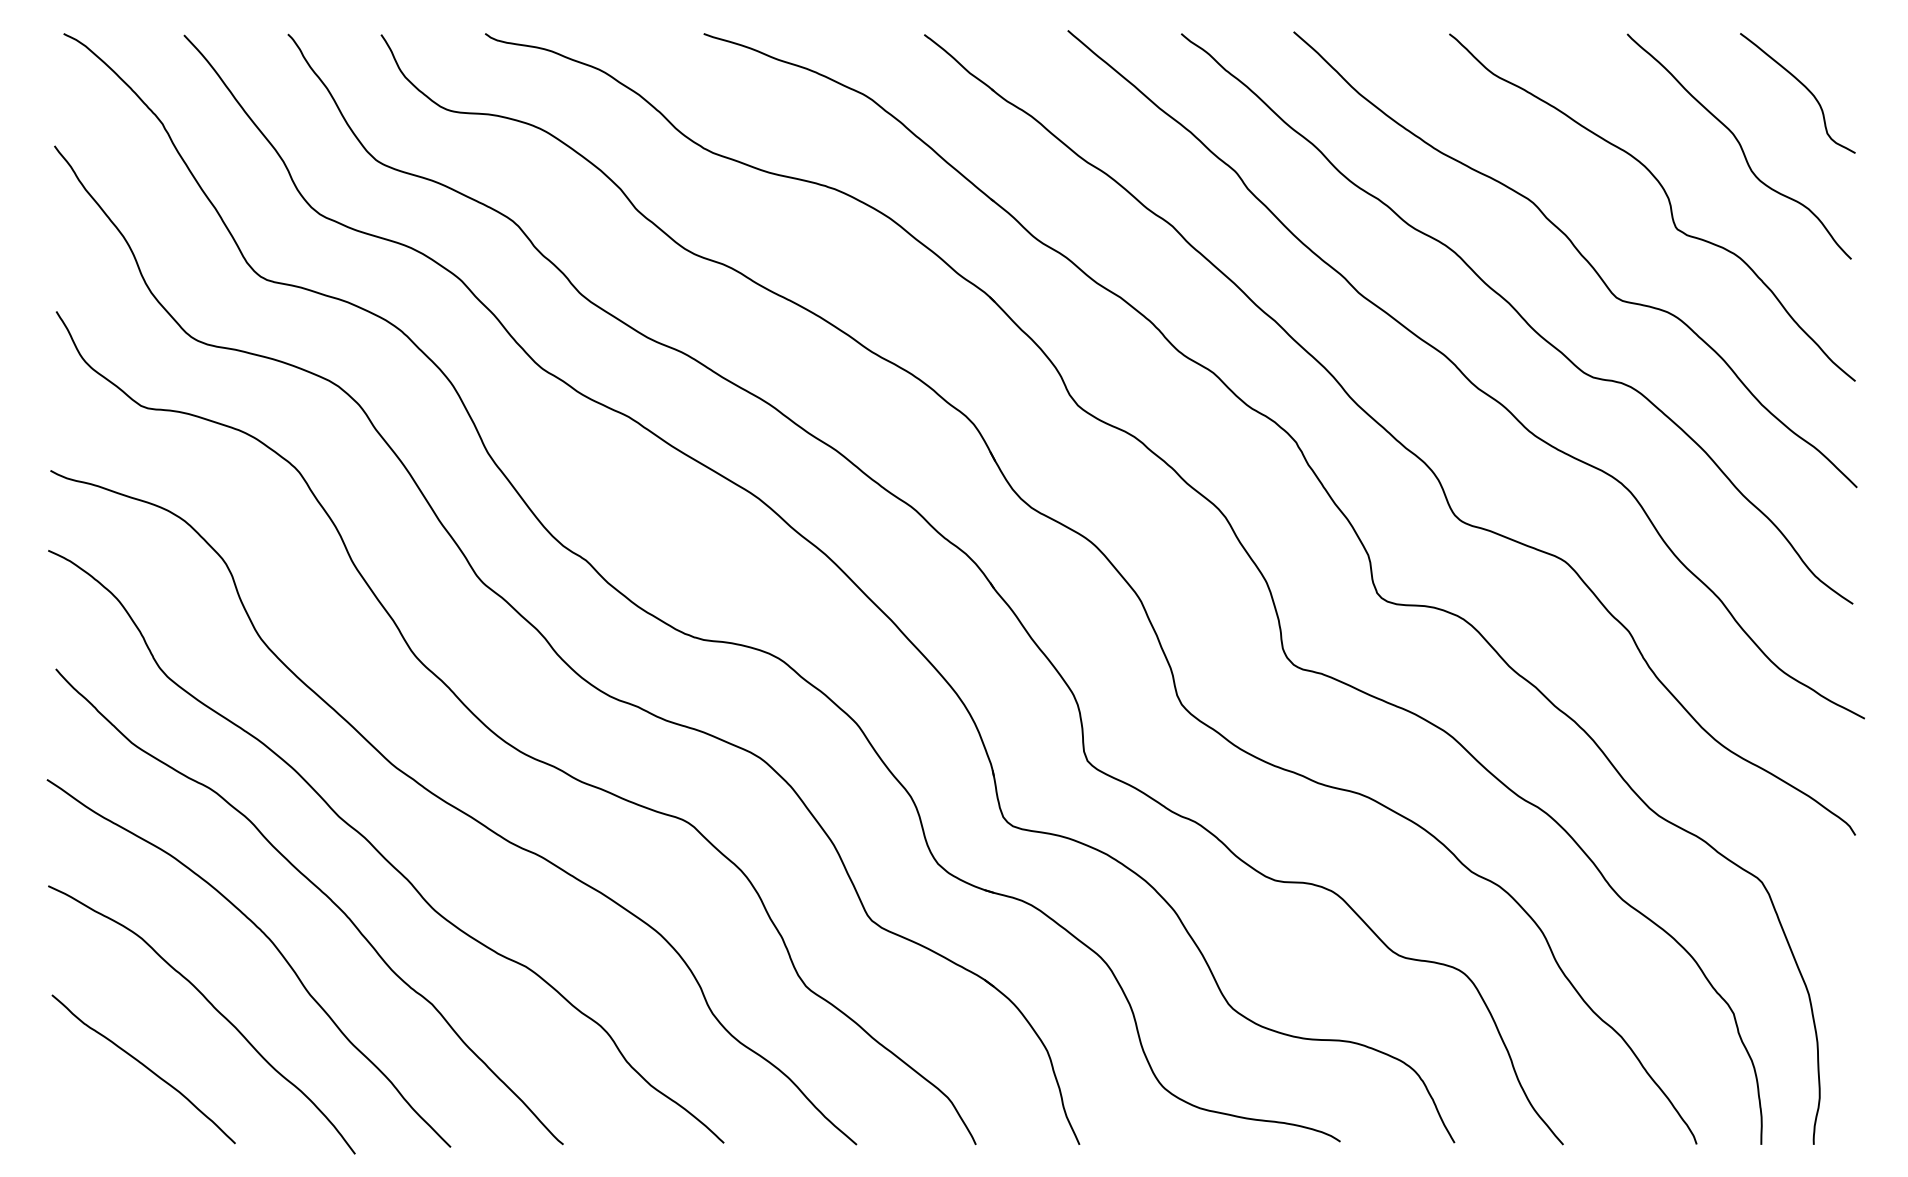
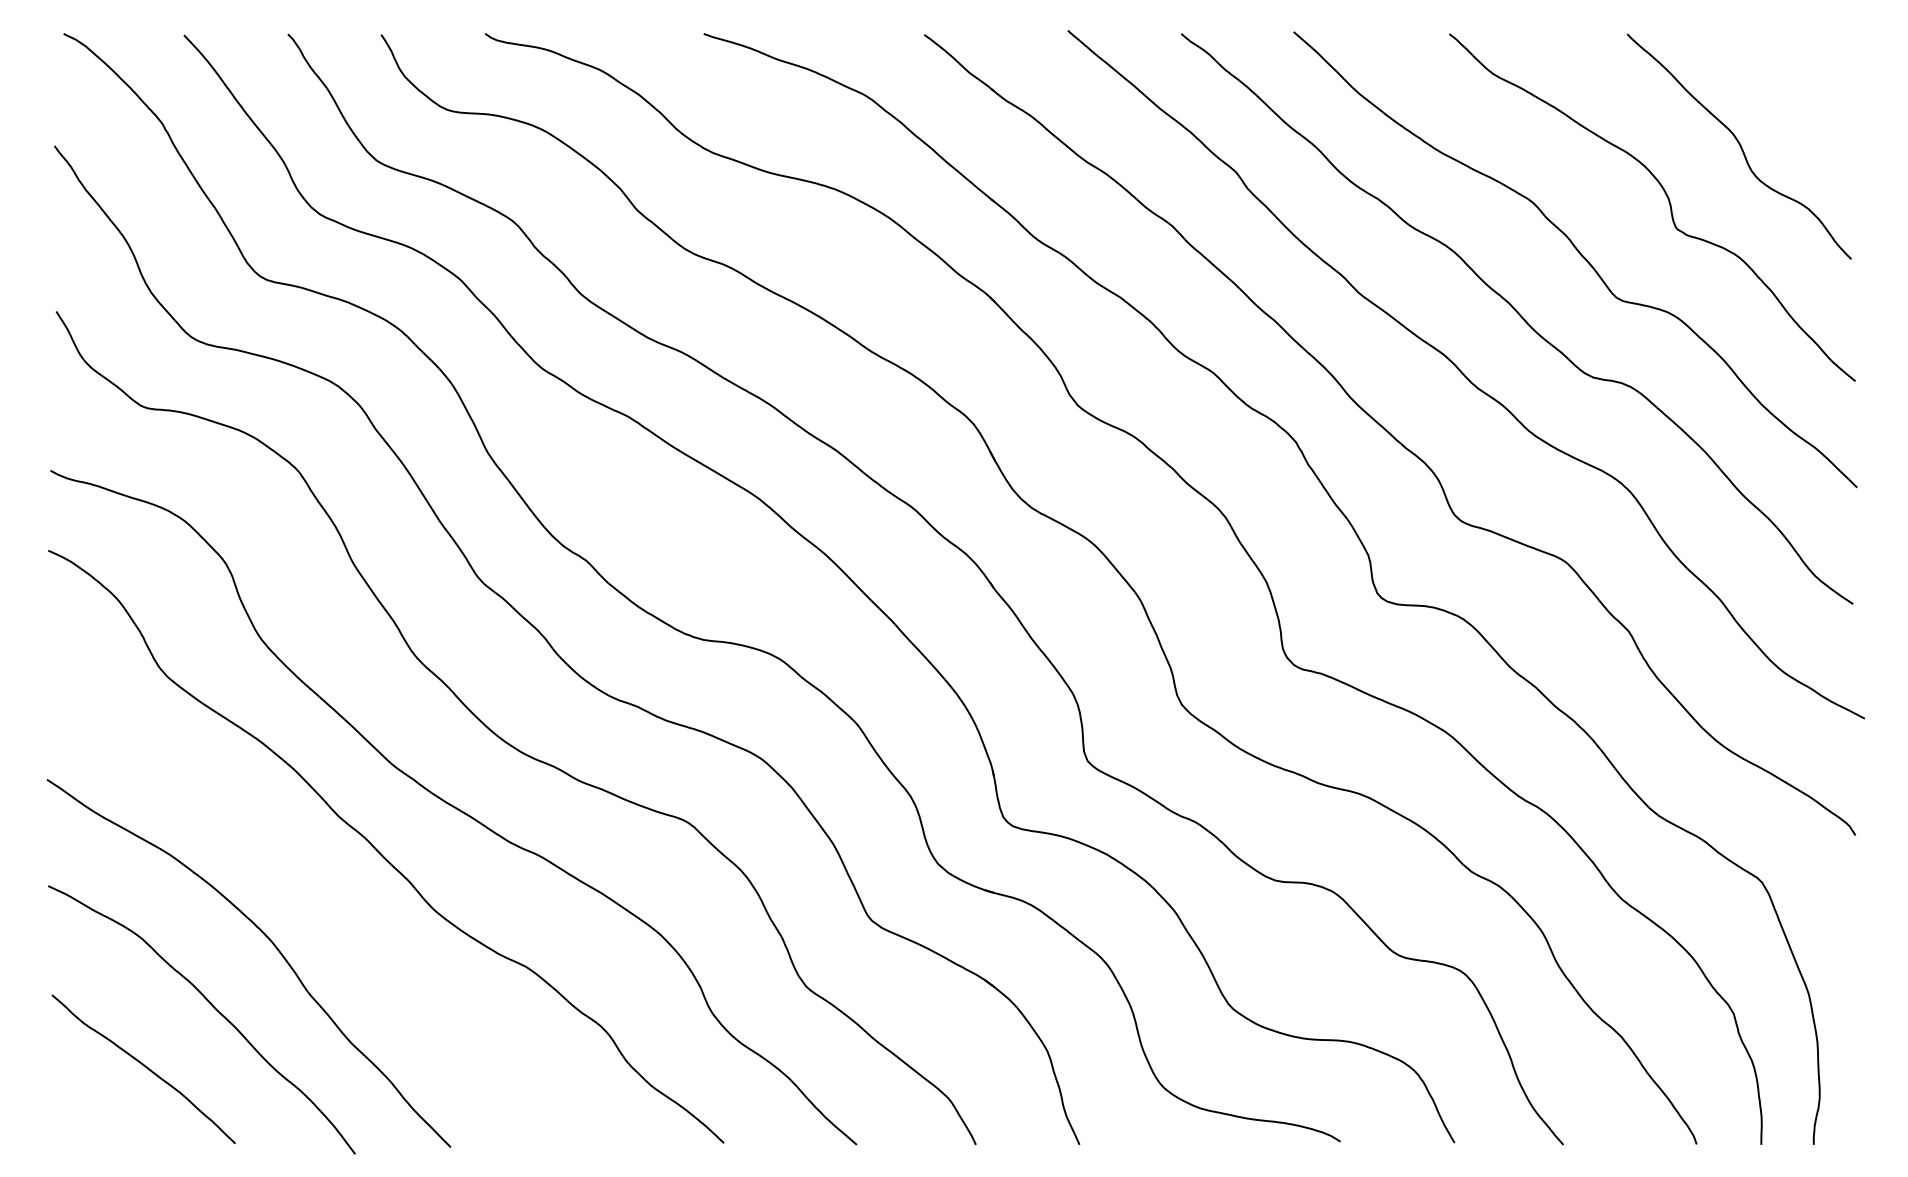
curve at (1803, 86): present -> none
curve at (322, 893): present -> none
